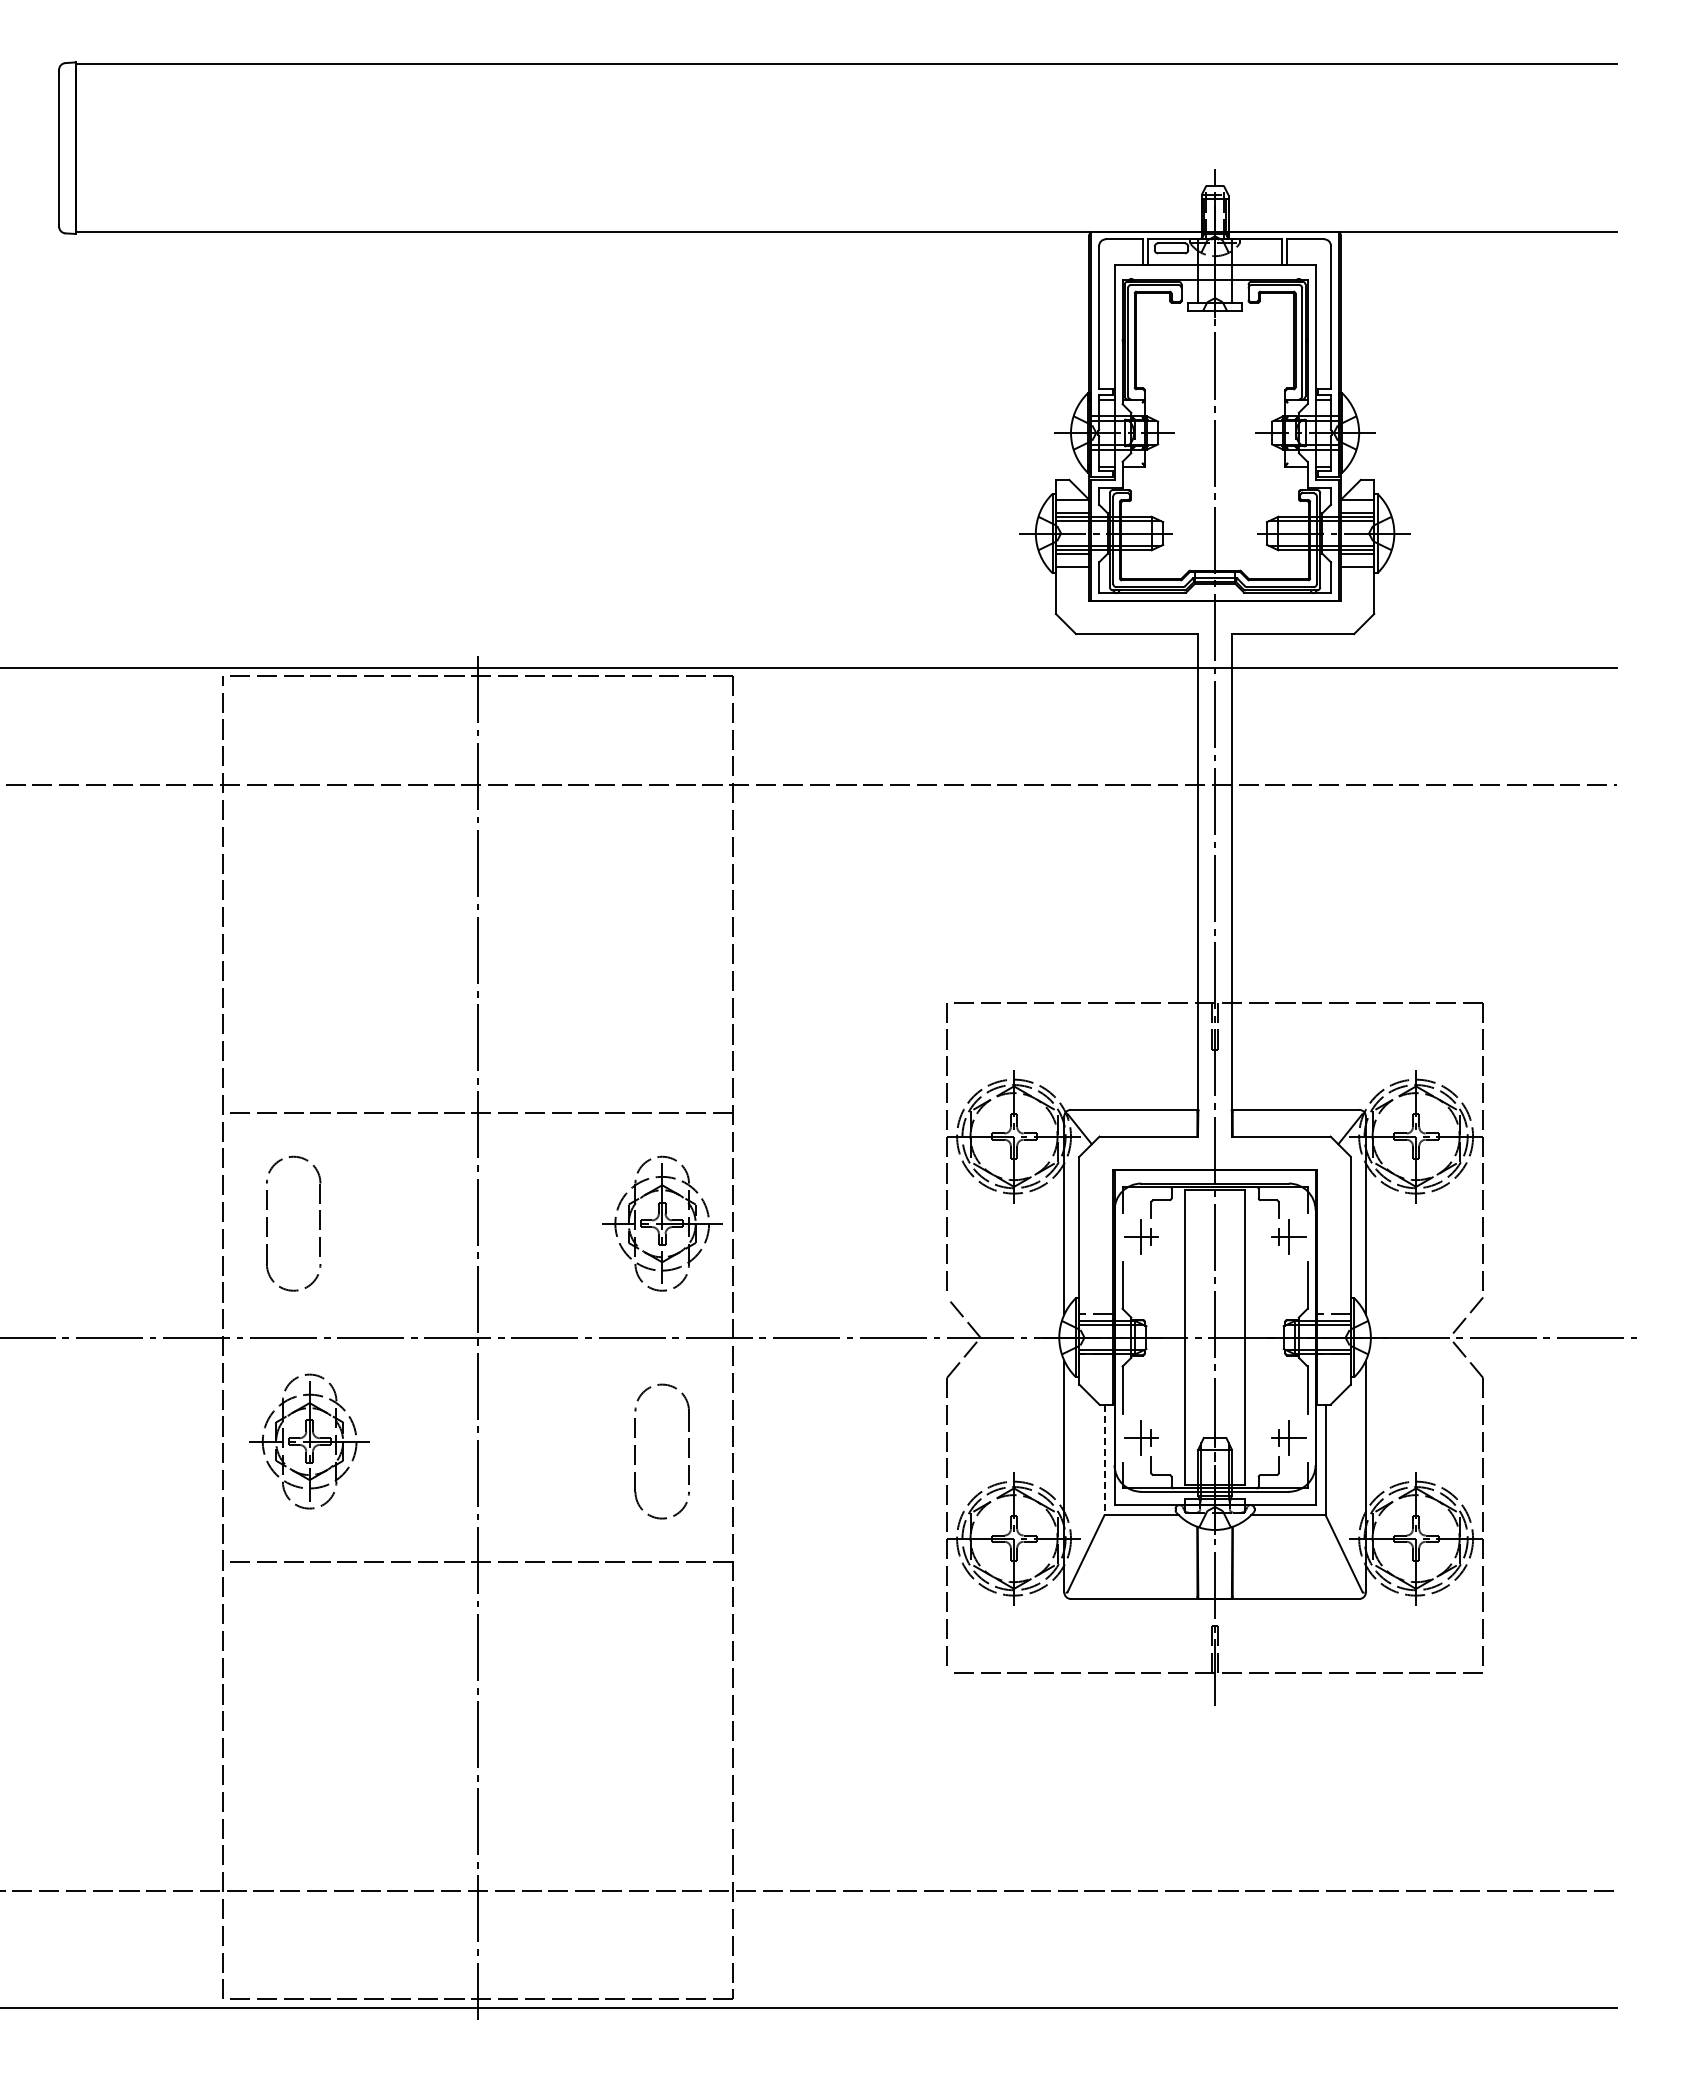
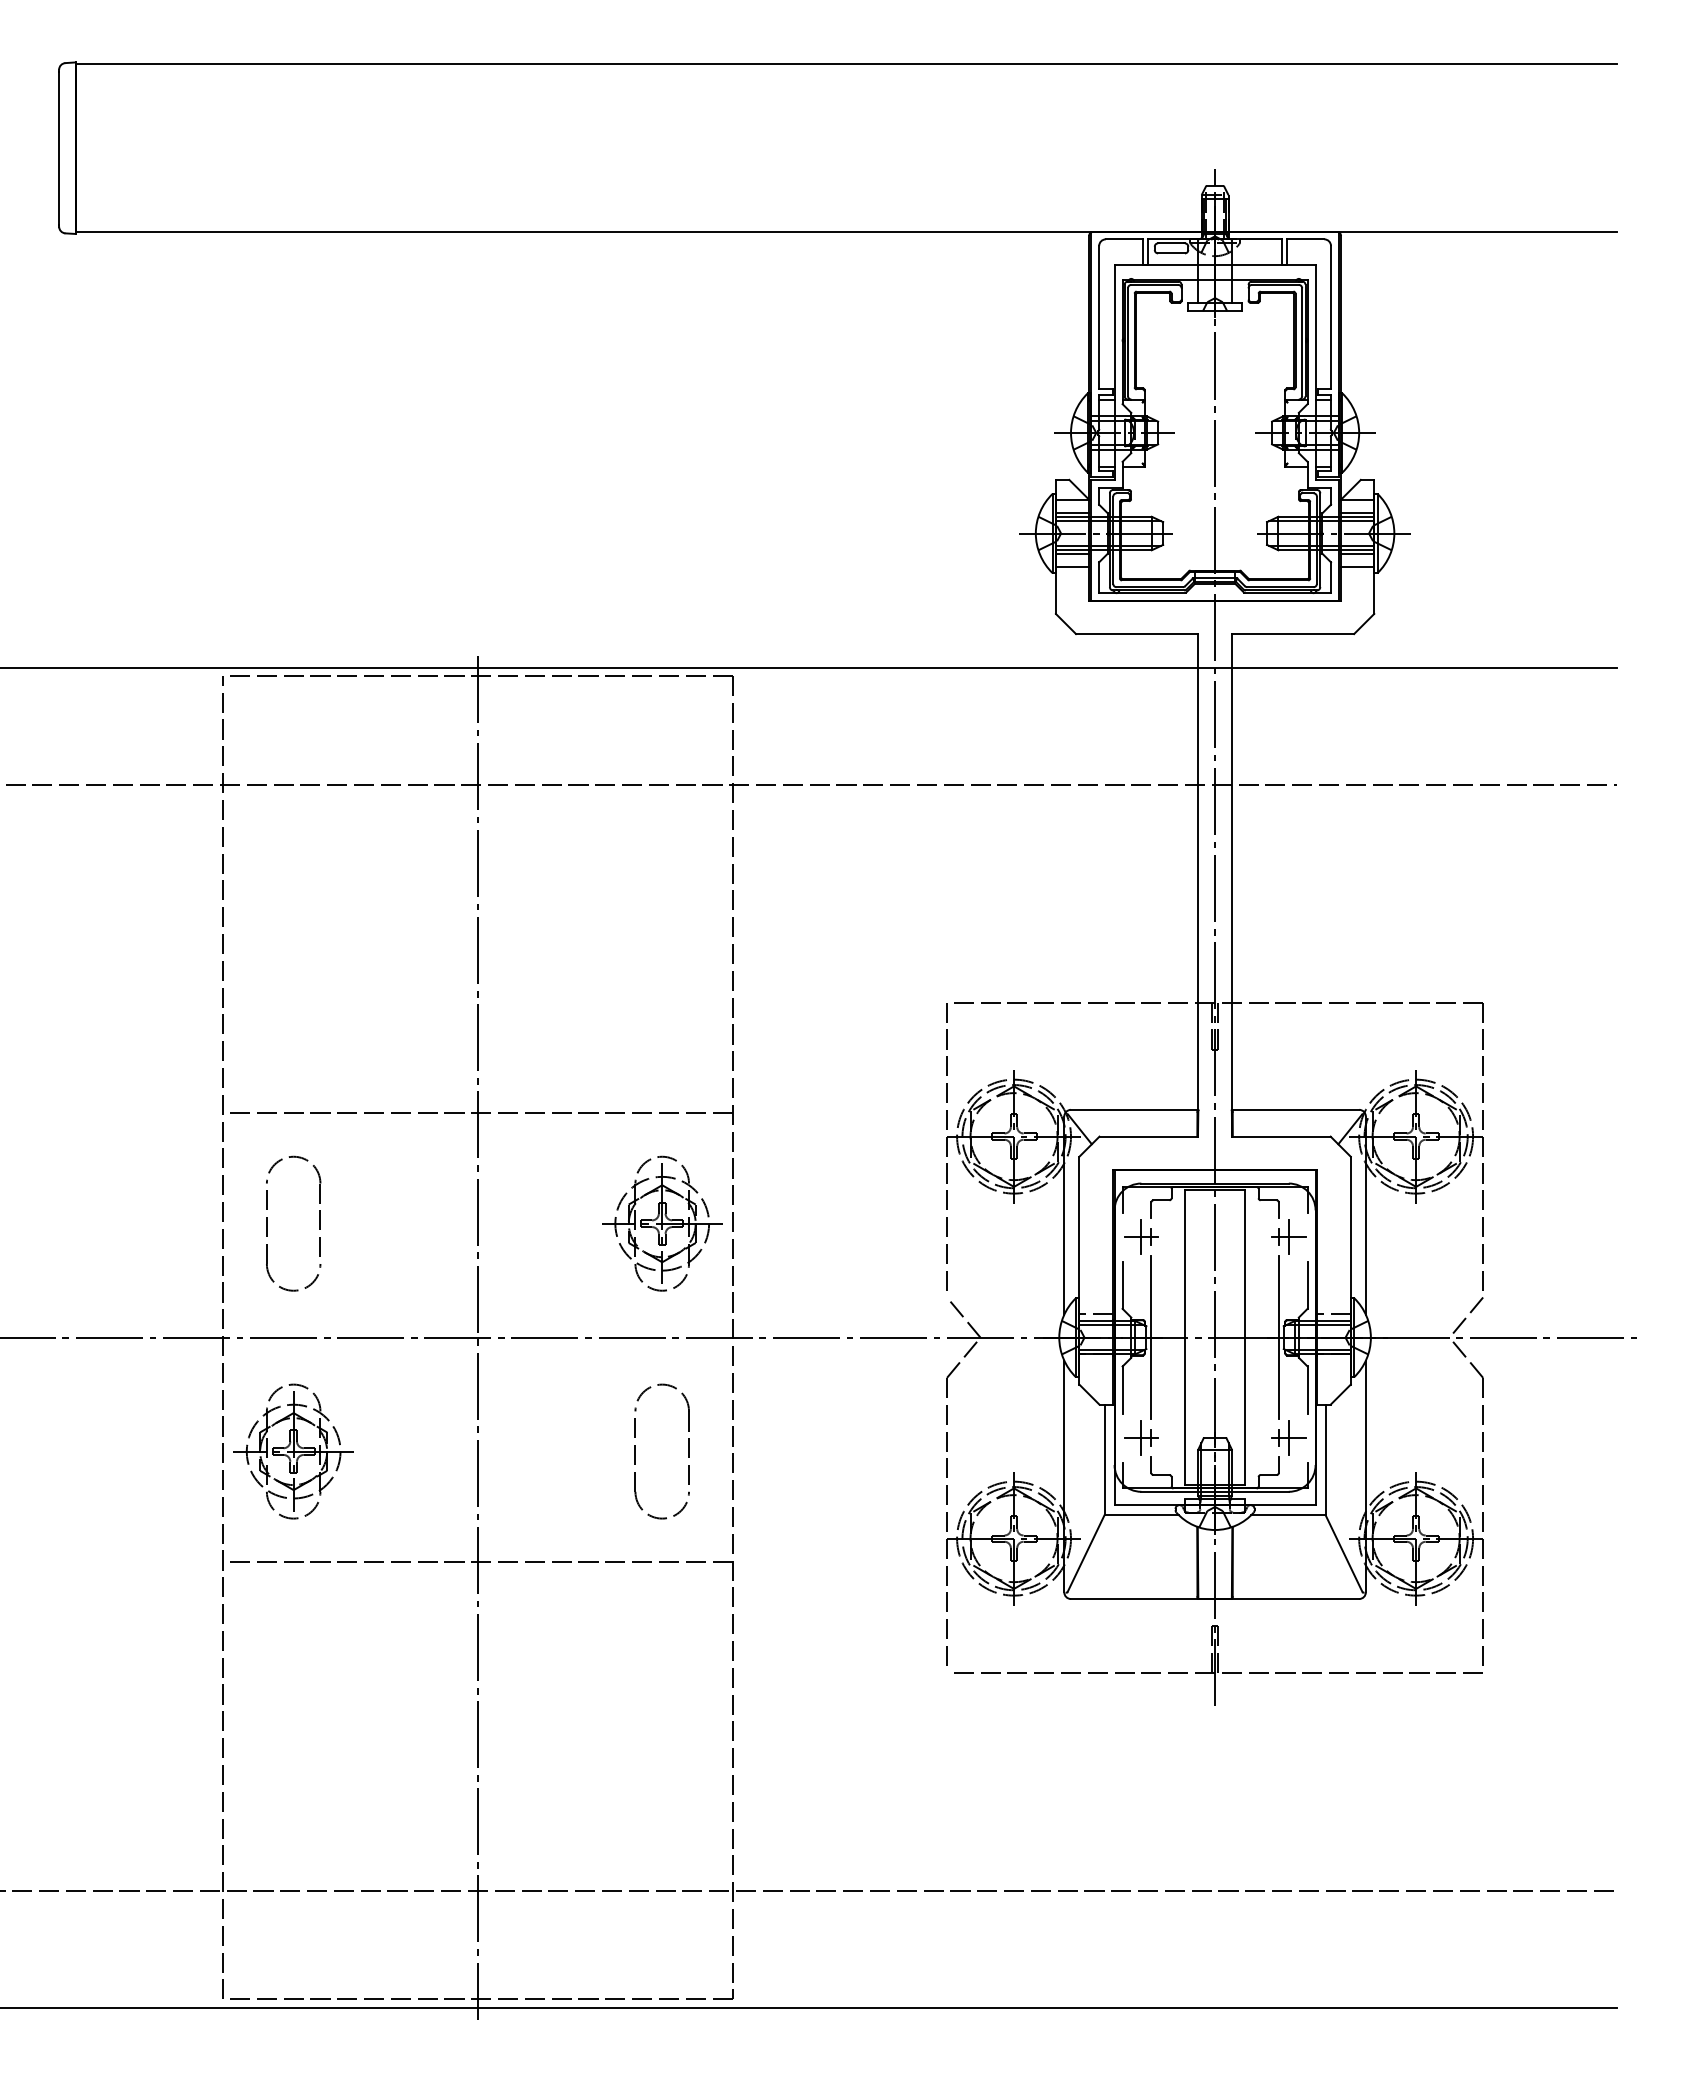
line at (1151, 1337): none -> present
line at (1278, 1337): none -> present
part at (309, 1441) position: (309, 1441) -> (293, 1451)
line at (1104, 1460): dashed -> solid
